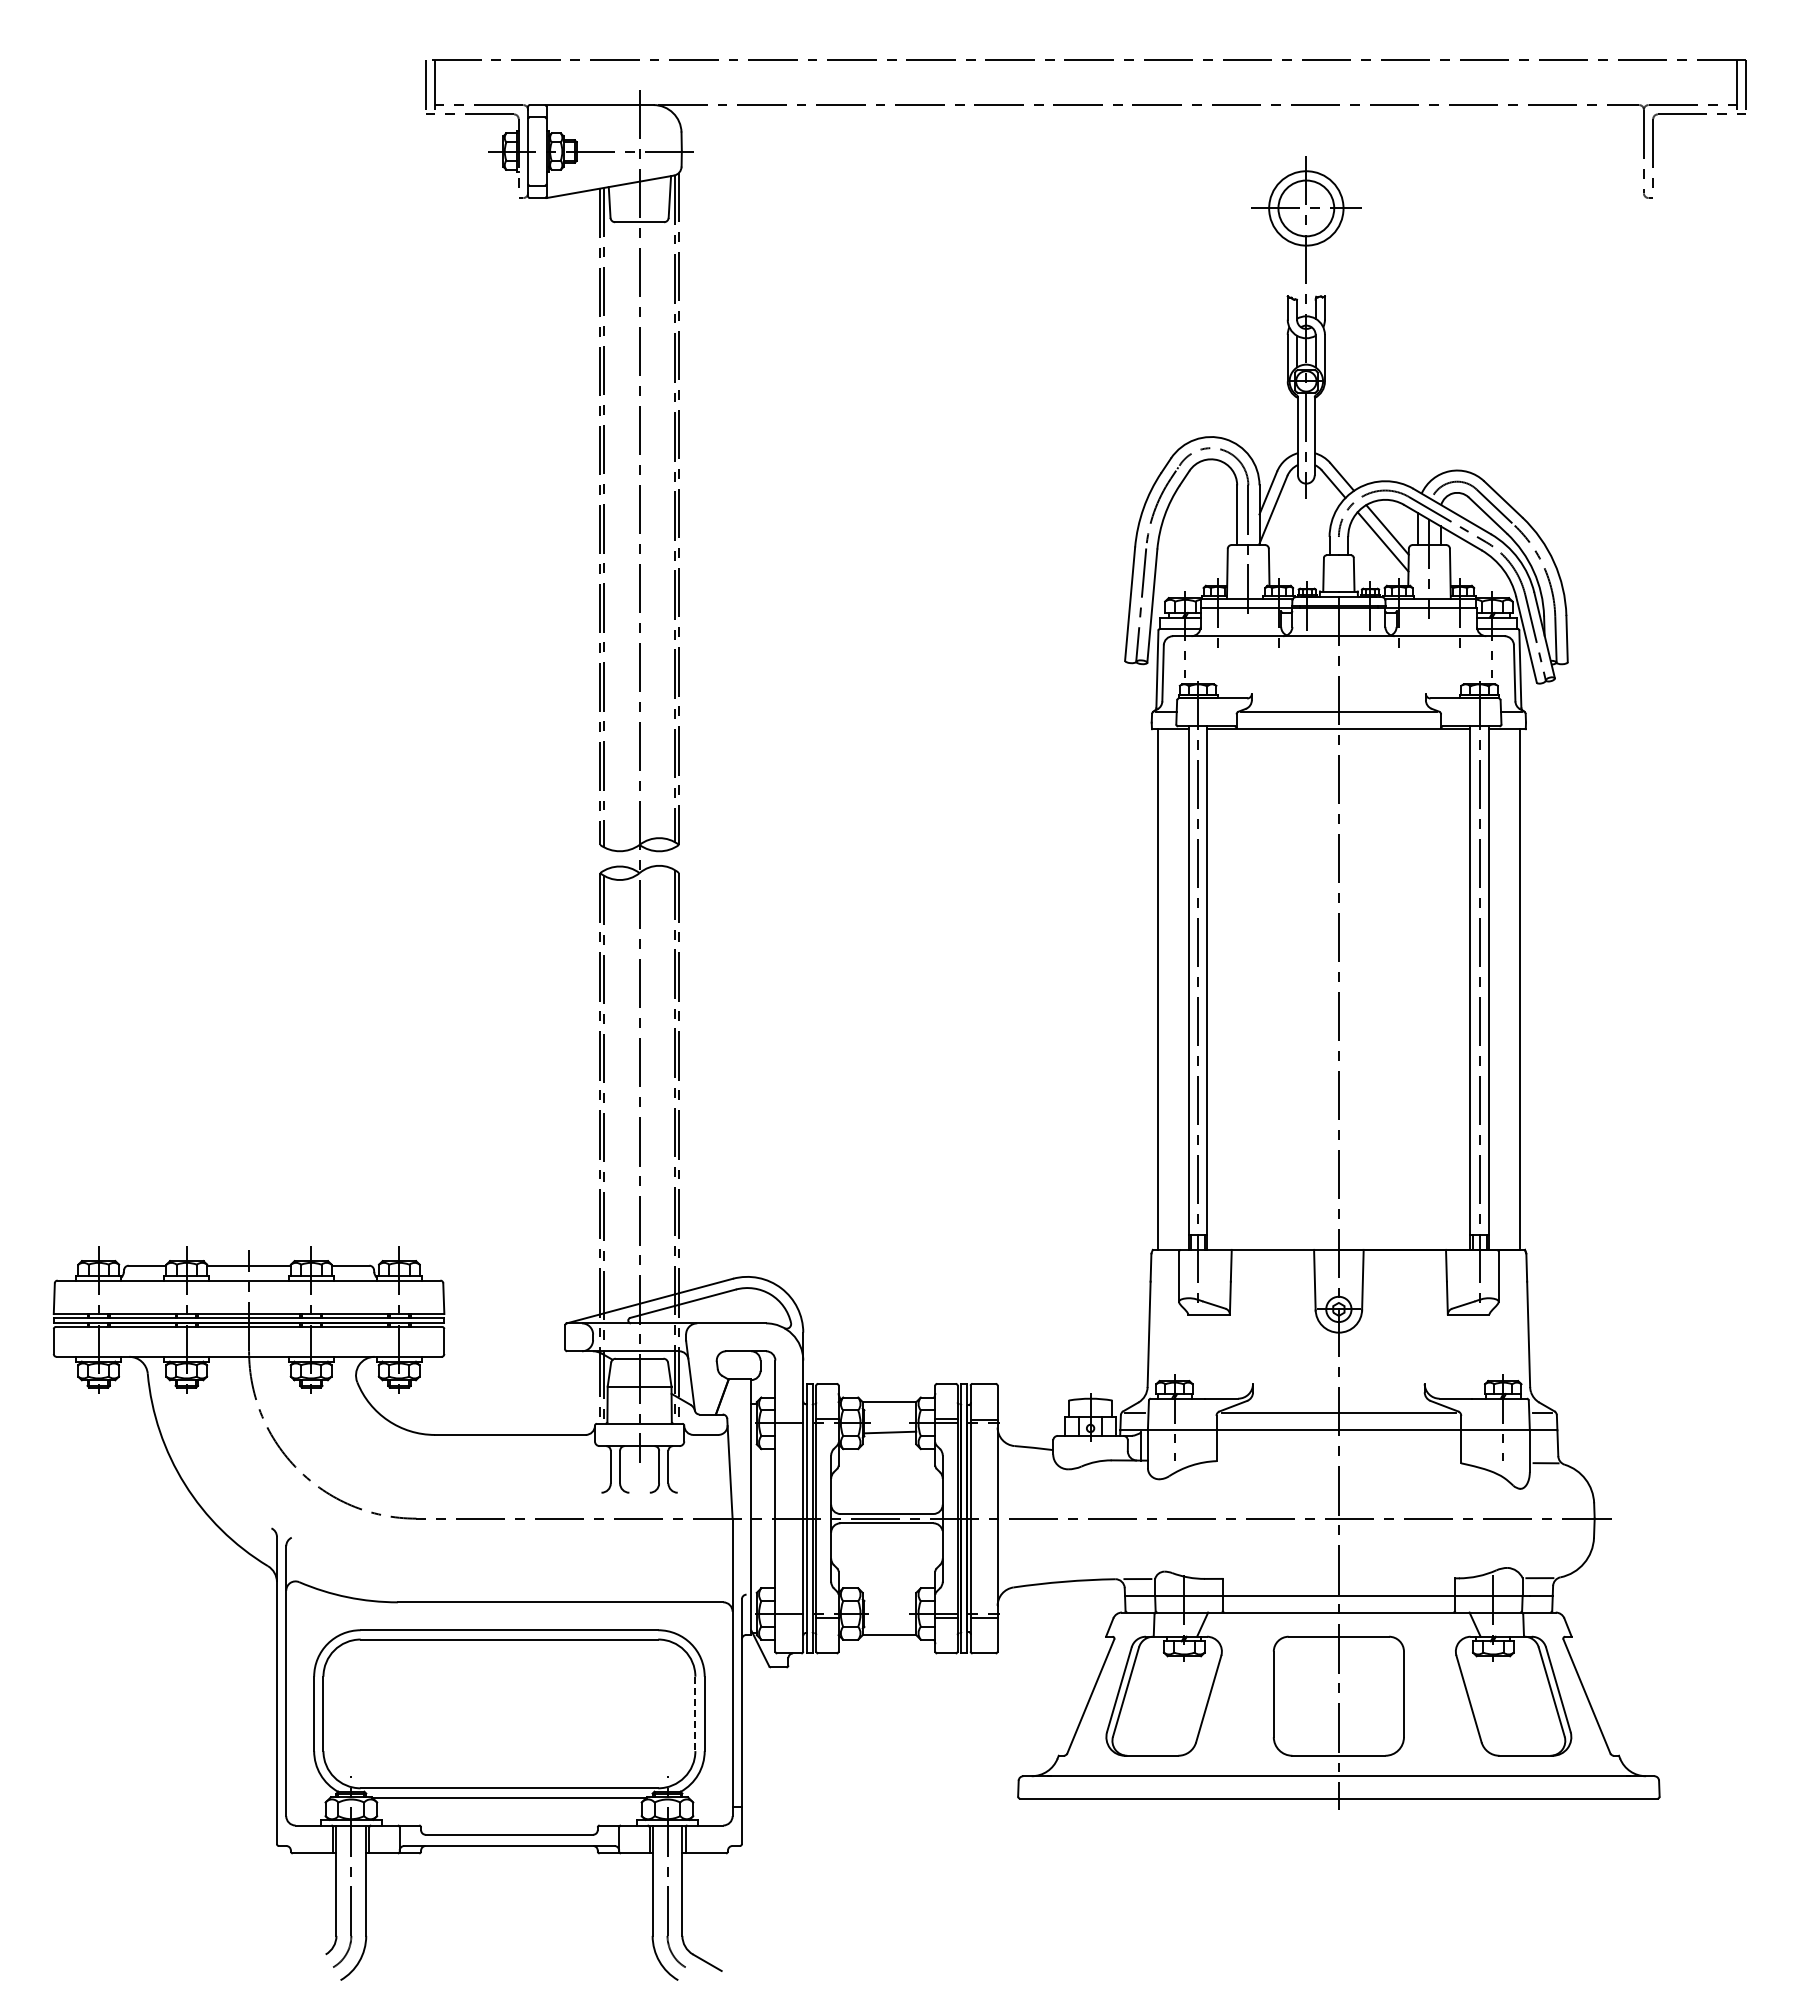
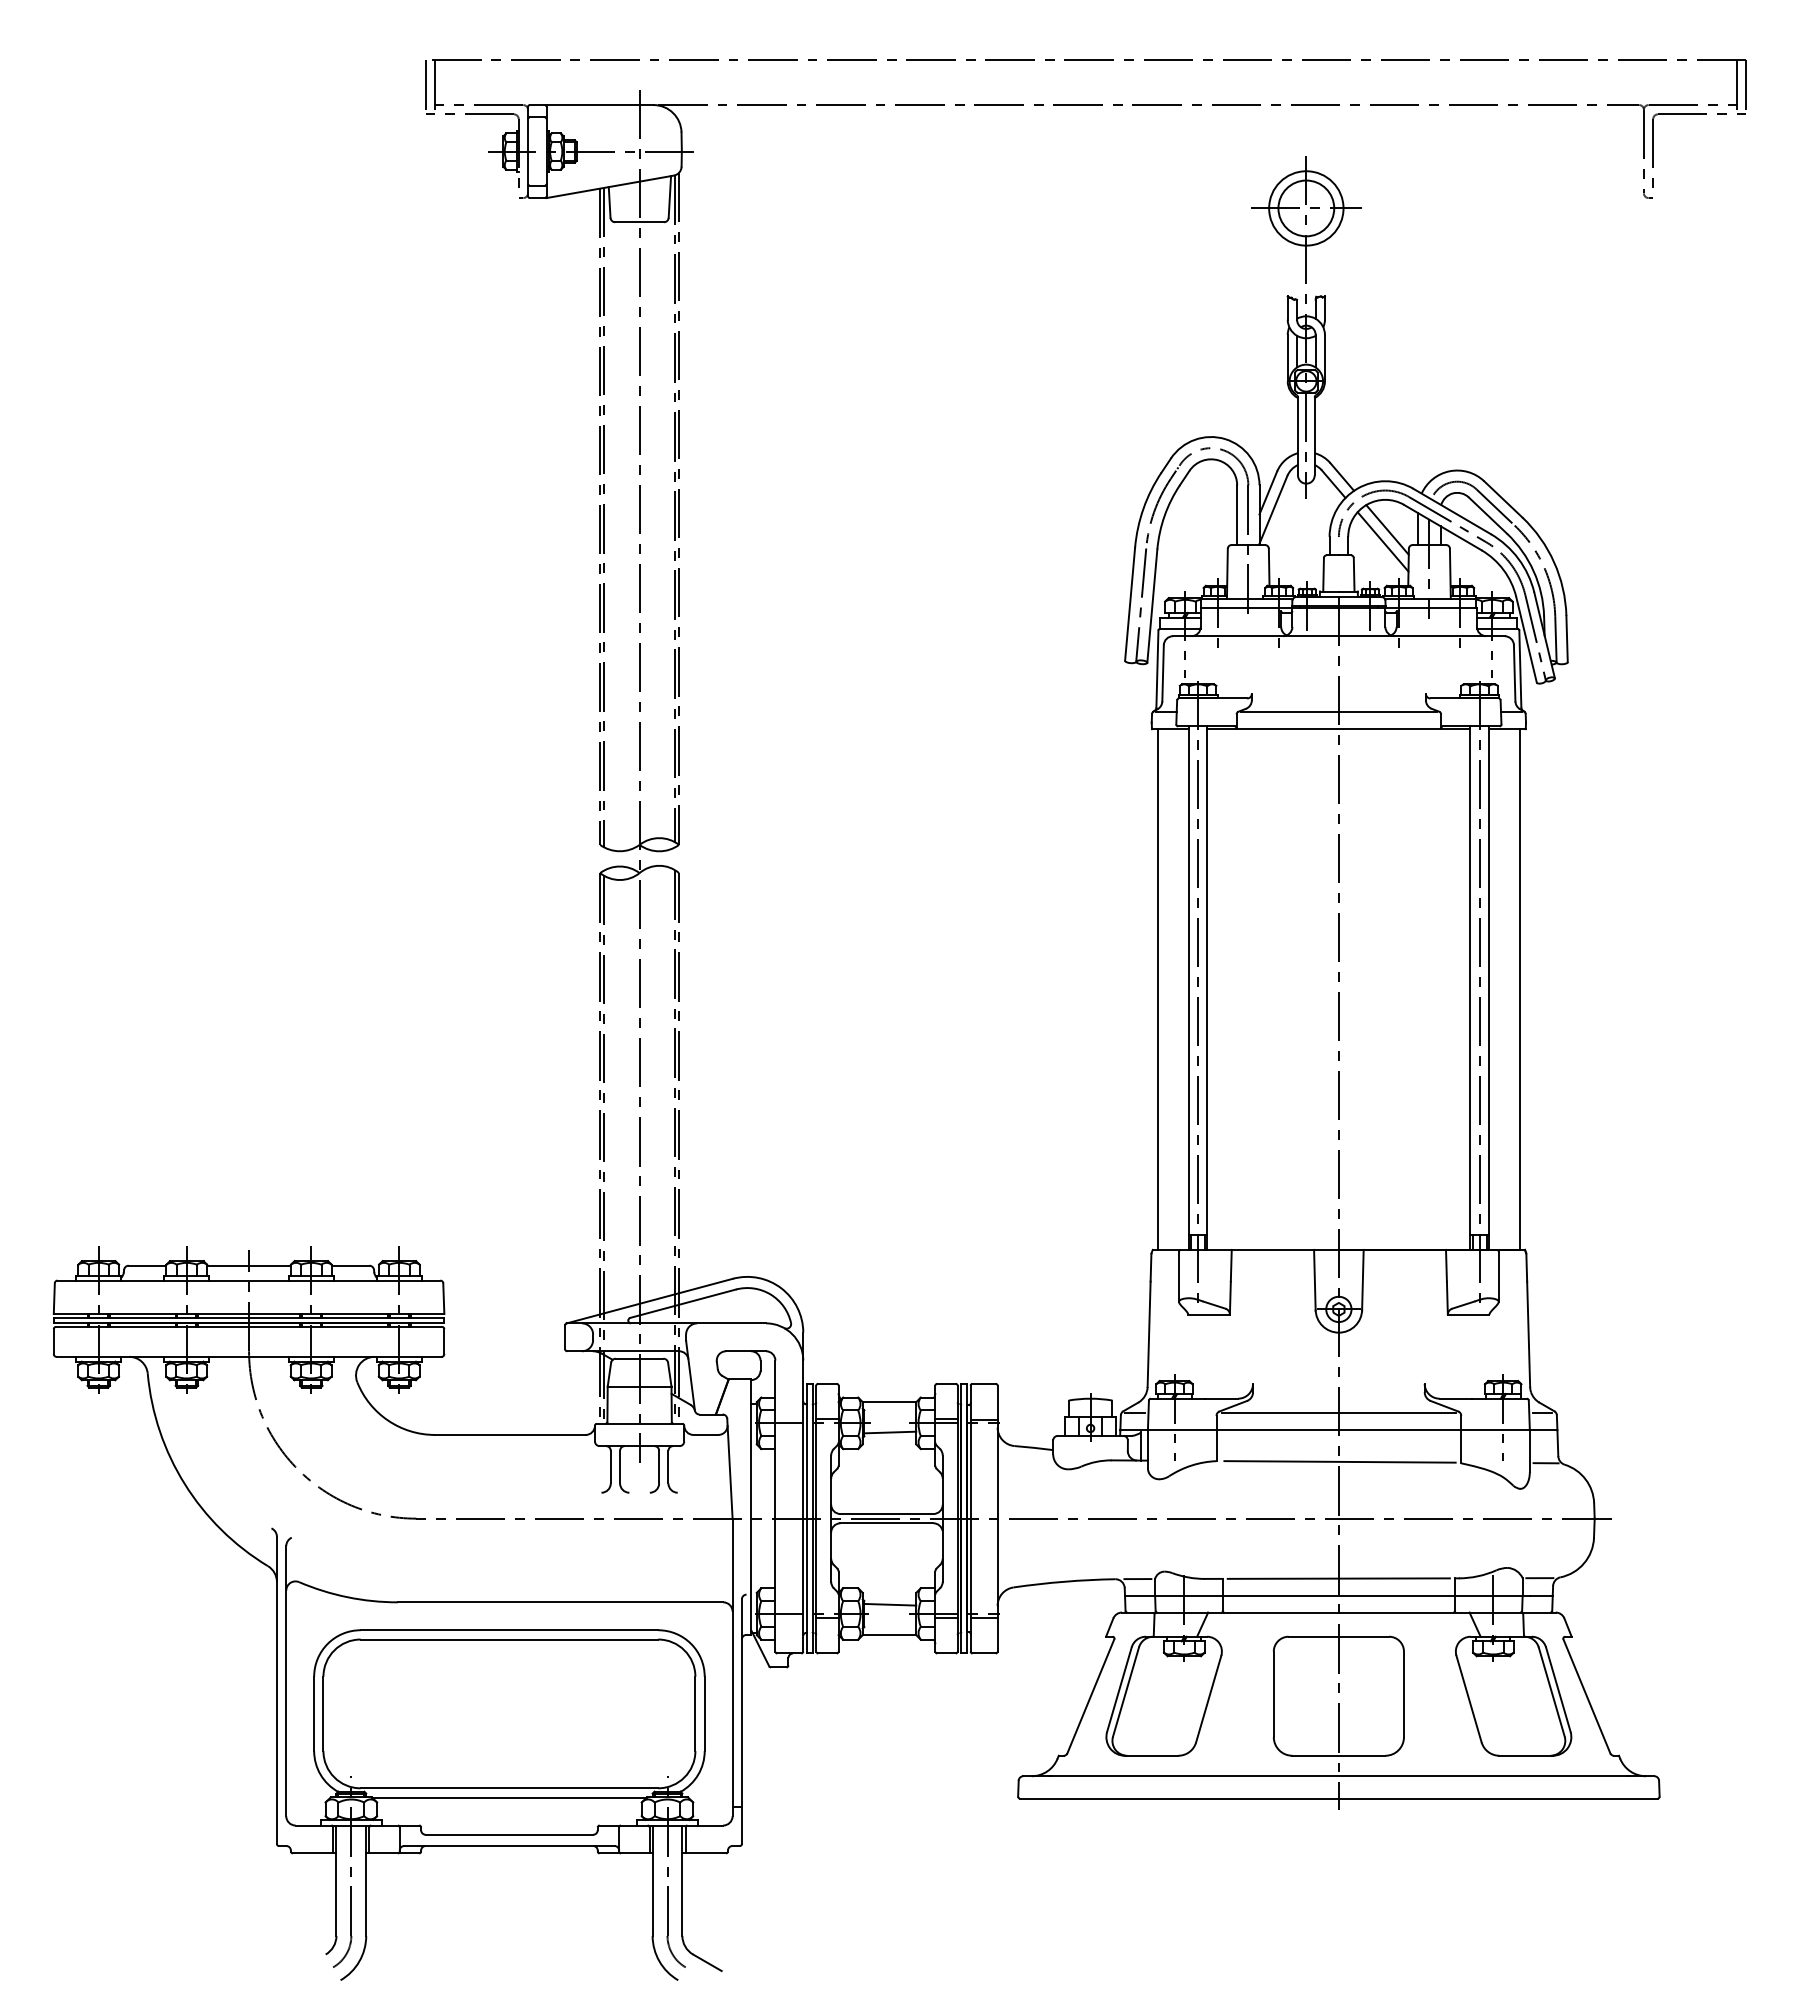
line at (1339, 1461): none -> present
line at (1338, 1578): none -> present
line at (890, 1604): none -> present
line at (695, 1714): dashed -> solid
